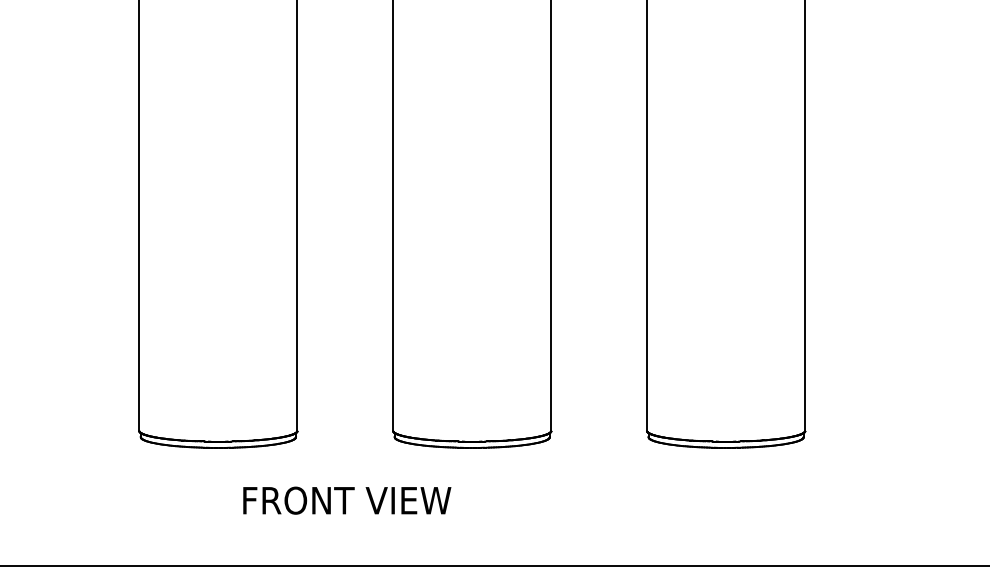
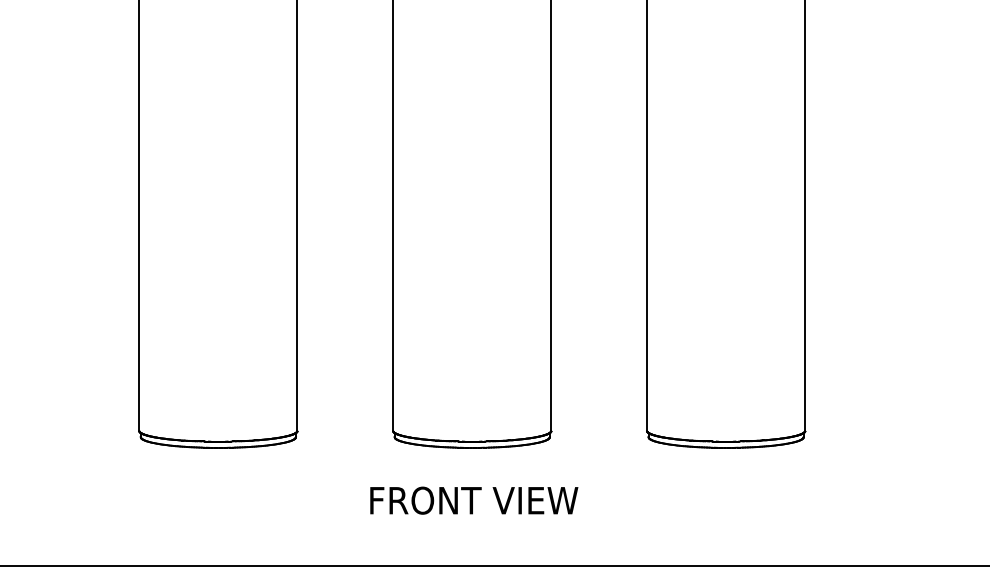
text at (347, 500) position: (347, 500) -> (474, 500)
